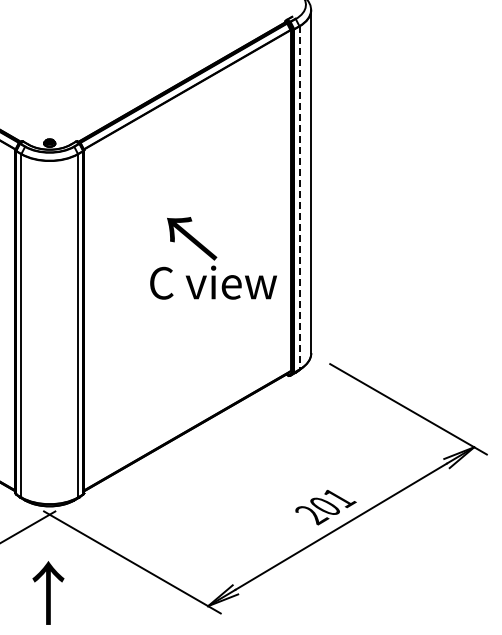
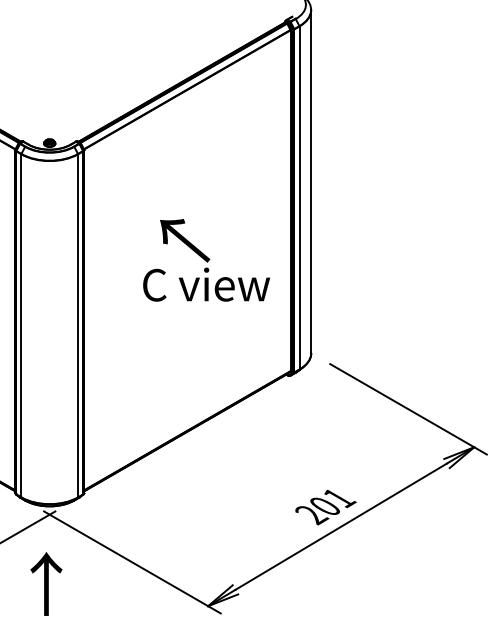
line at (299, 198): dashed -> solid
text at (213, 258) position: (213, 258) -> (206, 260)
text at (48, 592) position: (48, 592) -> (46, 583)
